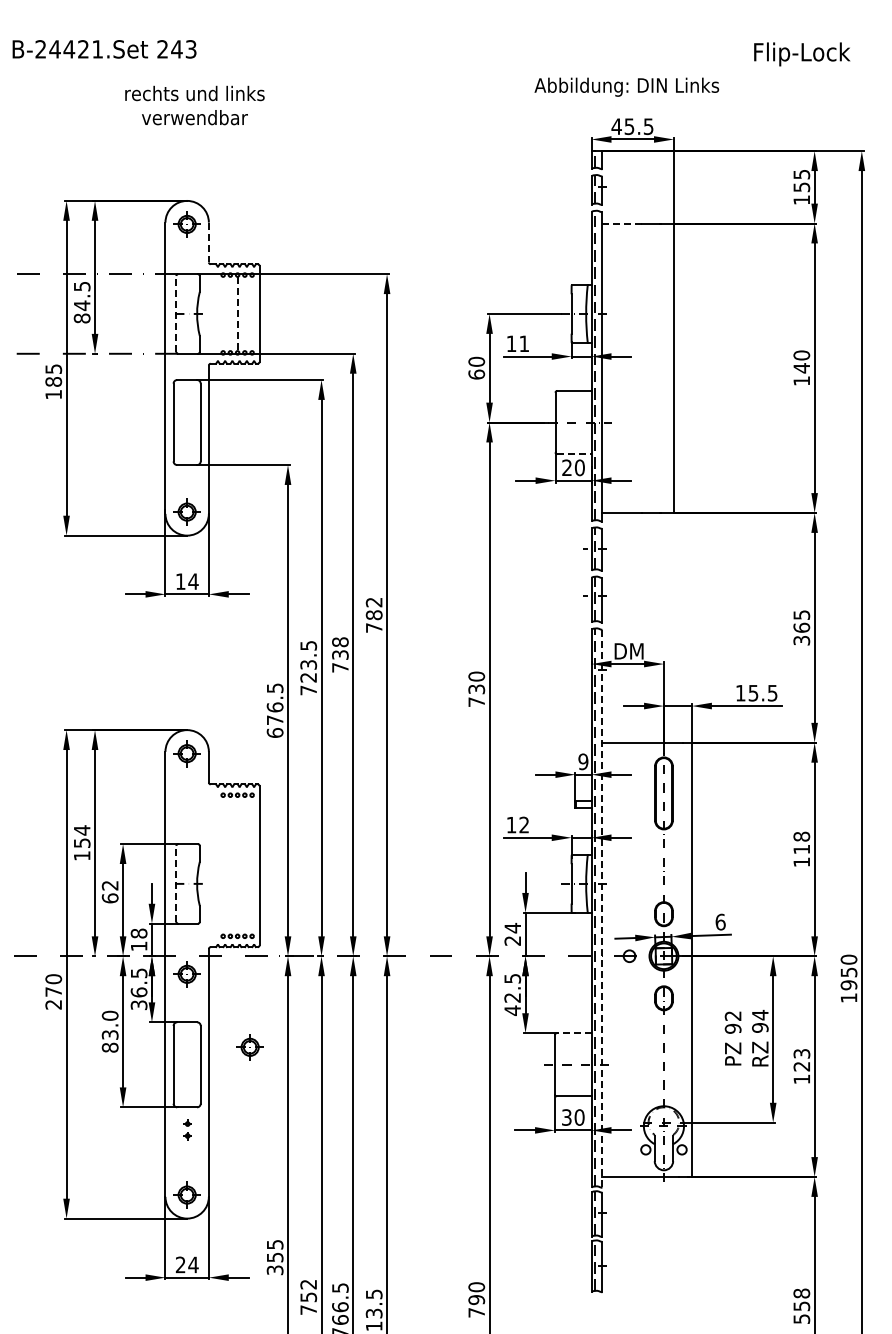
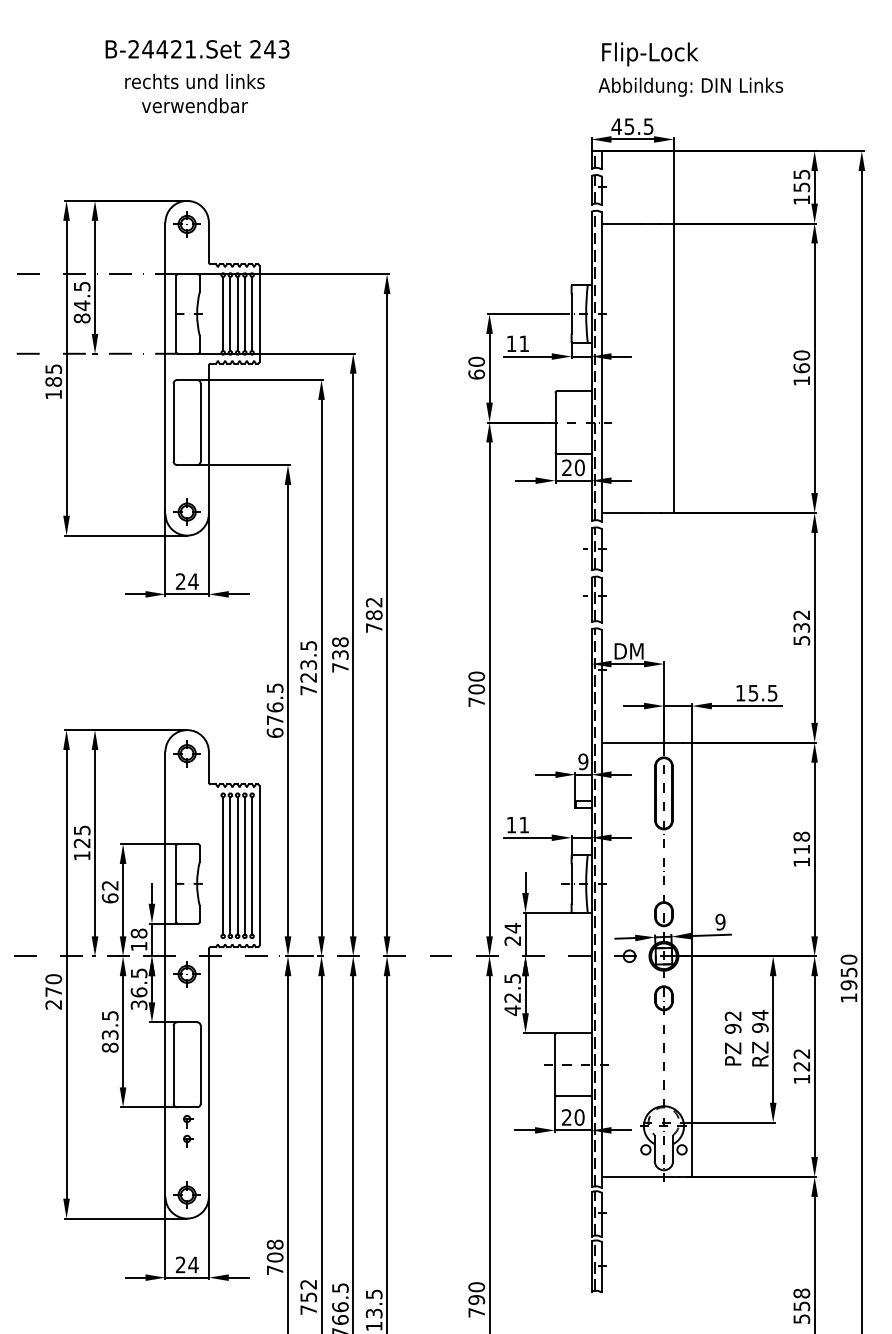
text at (104, 49) position: (104, 49) -> (197, 49)
text at (802, 54) position: (802, 54) -> (650, 54)
text at (626, 86) position: (626, 86) -> (690, 86)
text at (194, 105) position: (194, 105) -> (194, 93)
line at (622, 223): dashed -> solid
line at (208, 242): dashed -> solid
line at (223, 313): none -> present
line at (230, 313): none -> present
line at (244, 313): none -> present
line at (252, 313): none -> present
line at (176, 314): dashed -> solid
line at (237, 314): dashed -> solid
text at (801, 368): 140 -> 160
line at (574, 454): dashed -> solid
text at (180, 581): 14 -> 24
text at (801, 627): 365 -> 532
text at (476, 689): 730 -> 700
text at (523, 824): 12 -> 11
text at (81, 836): 154 -> 125
line at (223, 865): none -> present
line at (230, 865): none -> present
line at (237, 865): none -> present
line at (244, 865): none -> present
line at (252, 865): none -> present
line at (176, 883): dashed -> solid
line at (602, 908): dashed -> solid
text at (720, 921): 6 -> 9
text at (109, 1015): 83.0 -> 83.5
line at (573, 1033): dashed -> solid
part at (249, 1047): present -> none
text at (802, 1053): 123 -> 122
text at (566, 1117): 30 -> 20
part at (187, 1129) size: 9x22 px -> 11x33 px
text at (274, 1257): 355 -> 708
